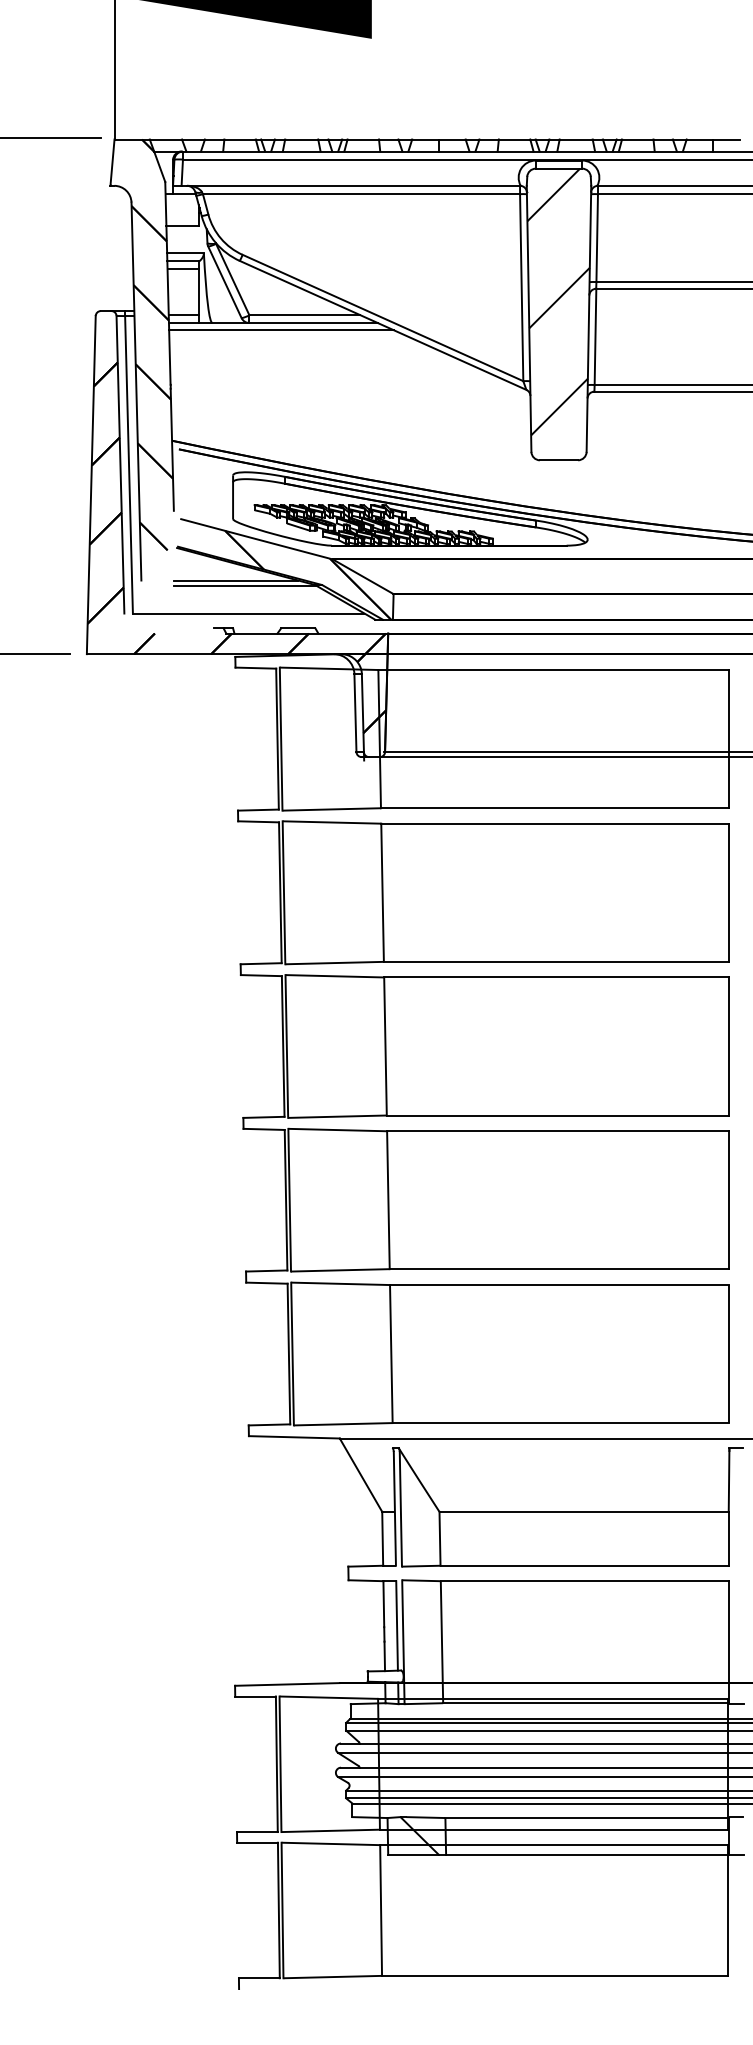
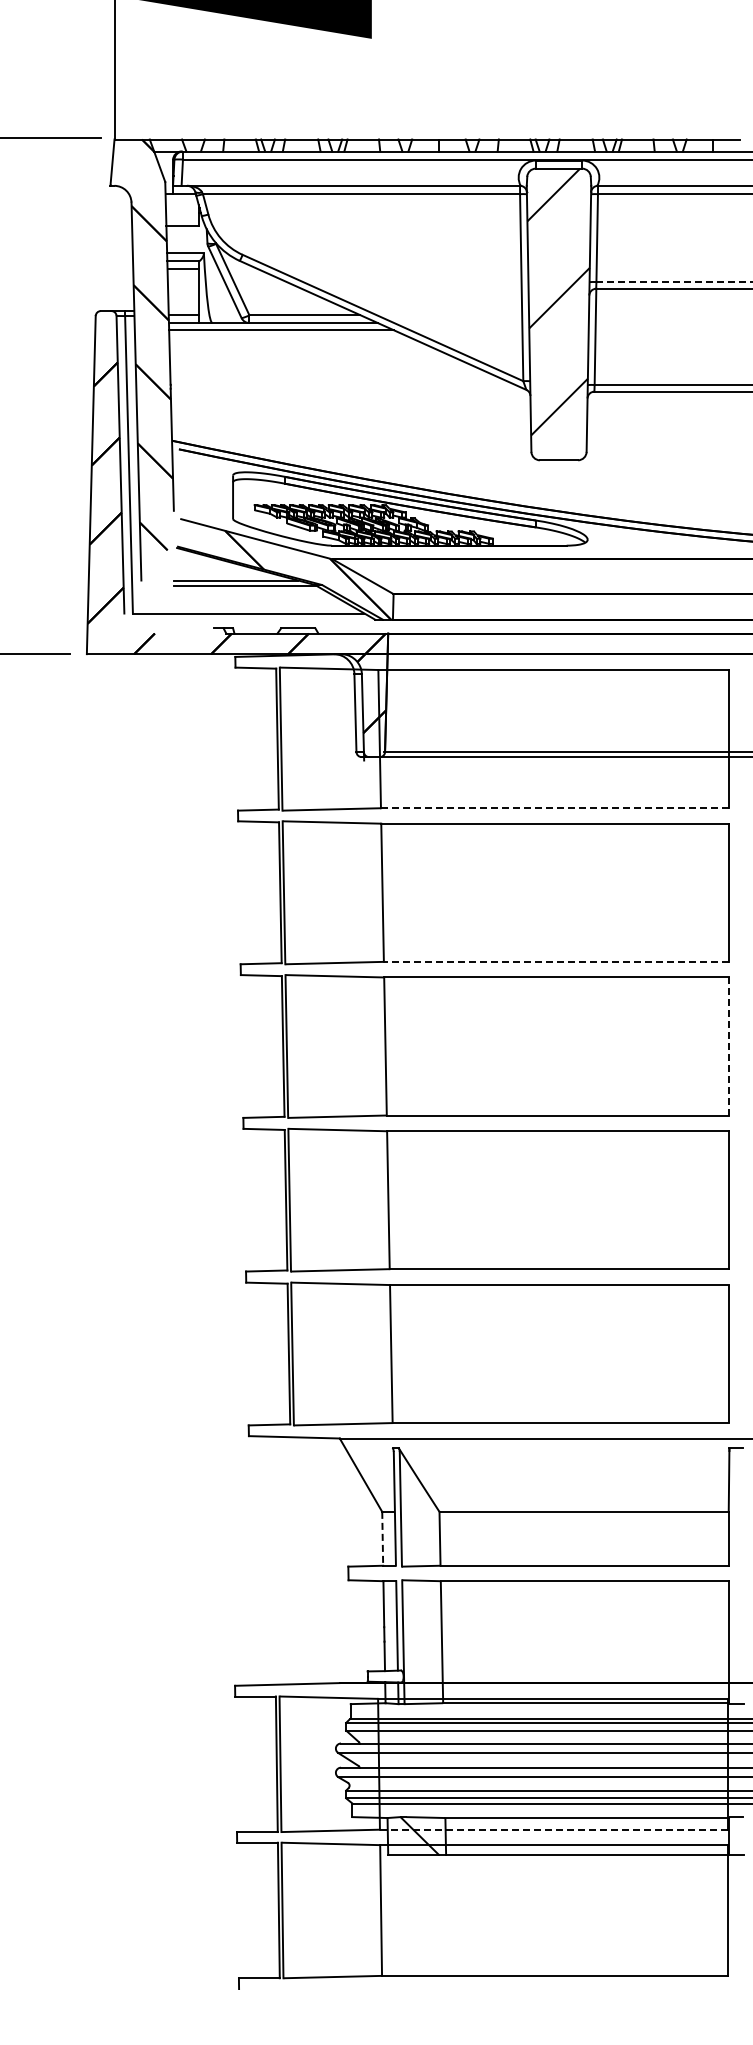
line at (674, 282): solid -> dashed
line at (554, 808): solid -> dashed
line at (555, 961): solid -> dashed
line at (728, 1046): solid -> dashed
line at (382, 1538): solid -> dashed
line at (553, 1829): solid -> dashed
